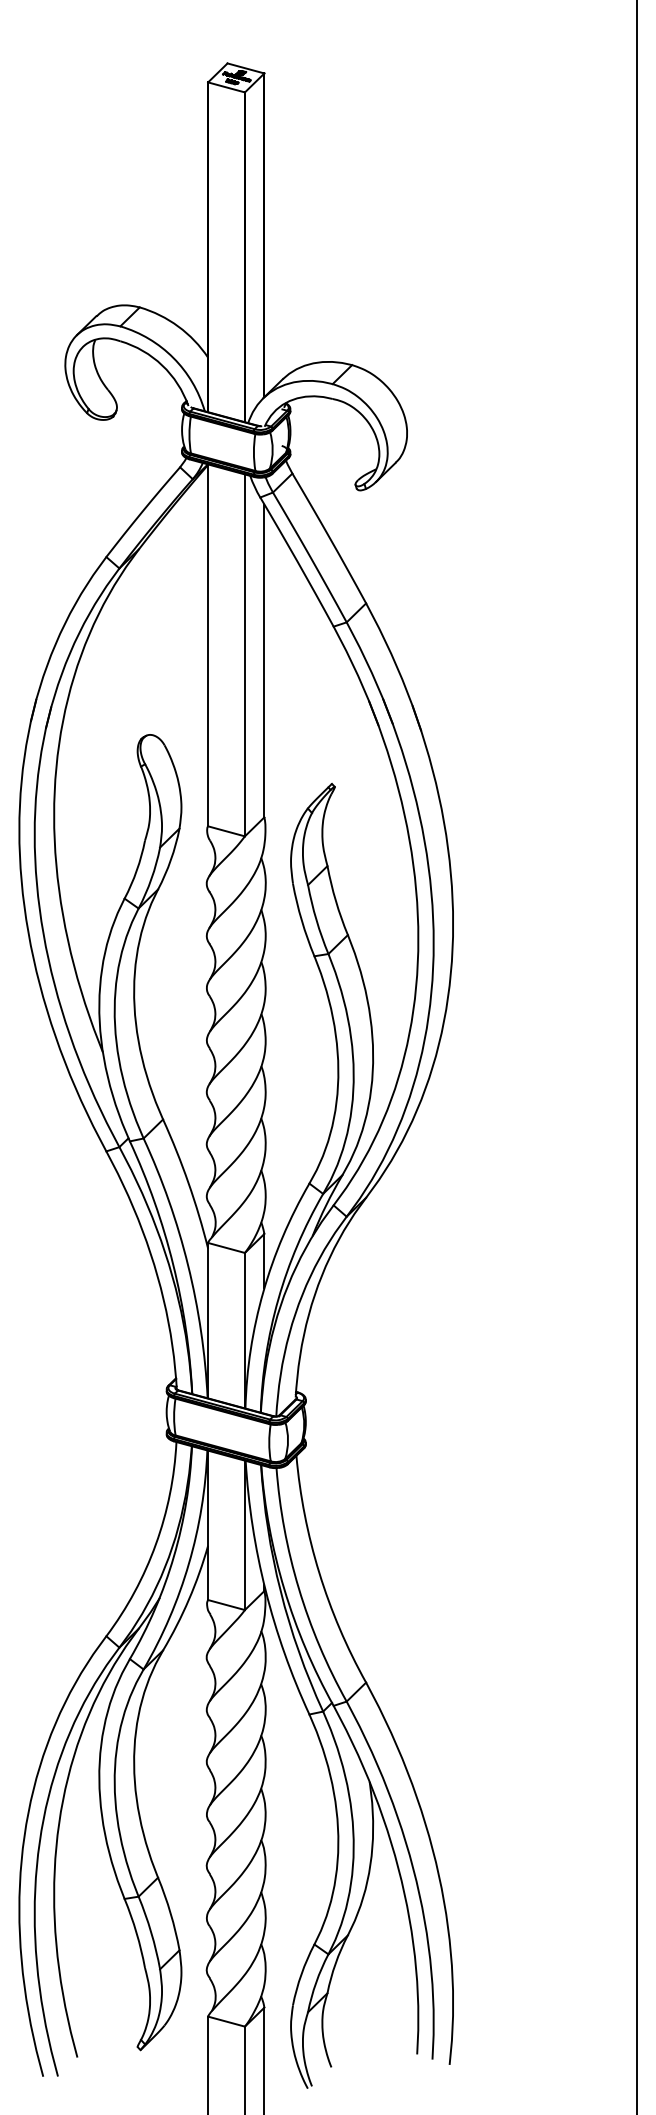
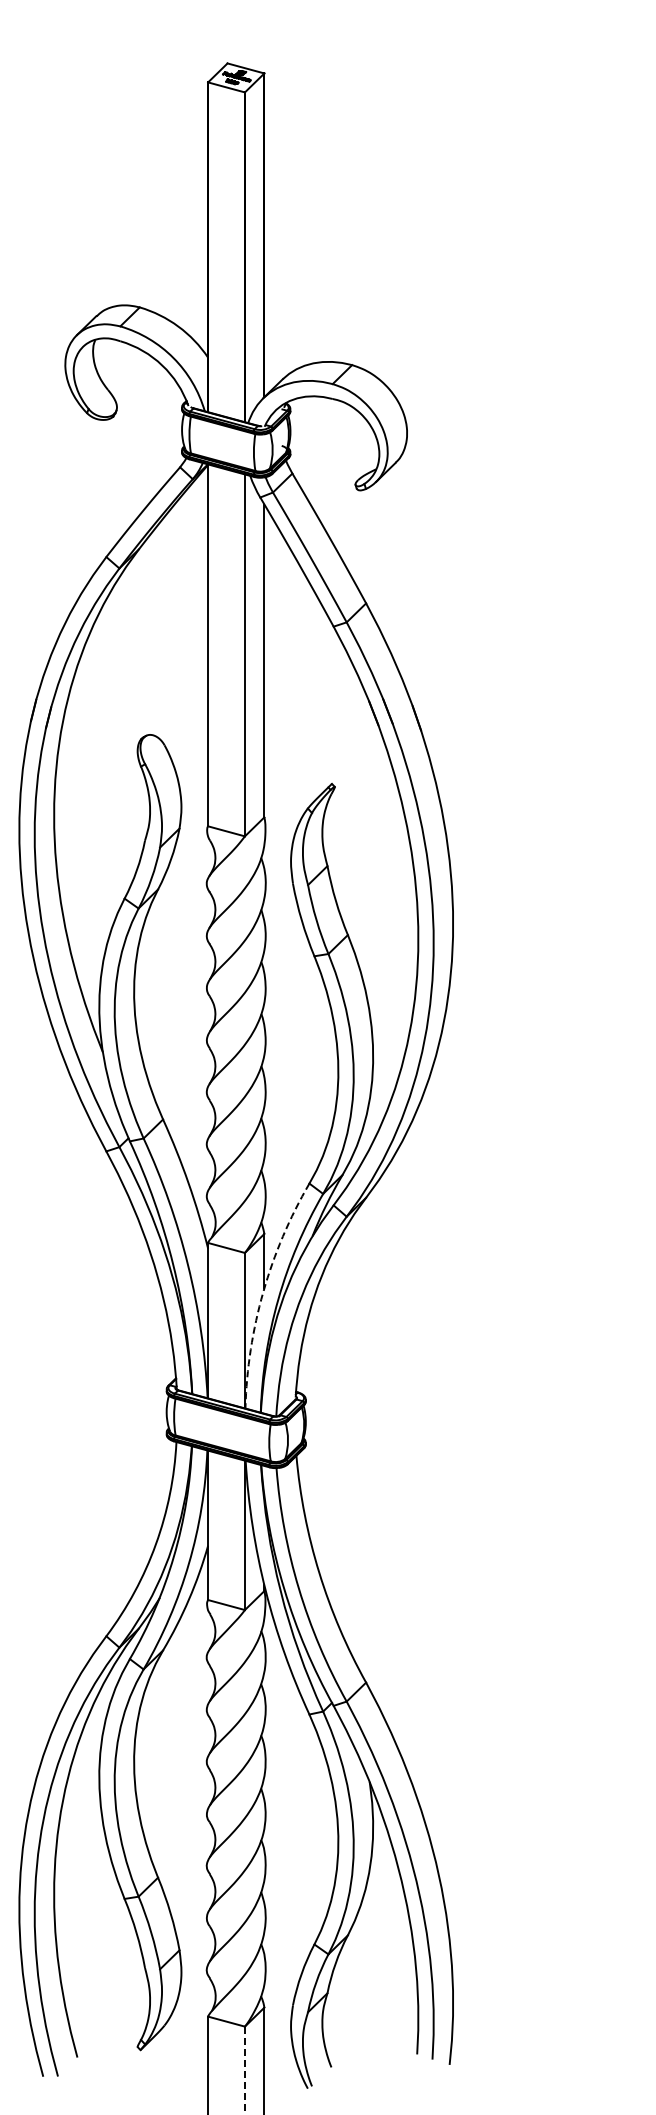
line at (636, 1056): present -> none
arc at (263, 1292): solid -> dashed
line at (244, 2070): solid -> dashed
